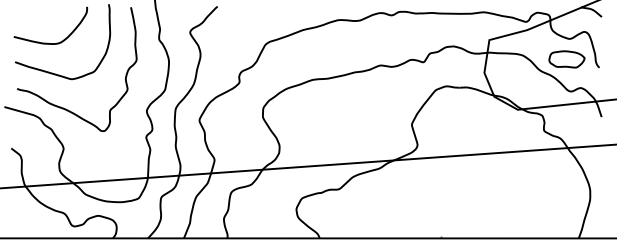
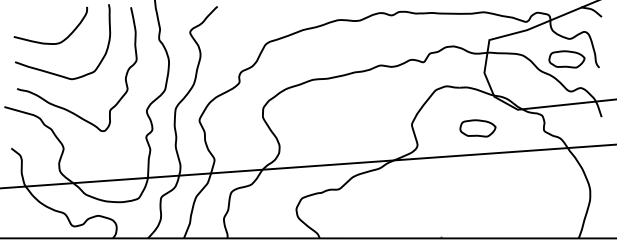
part at (477, 128): none -> present
